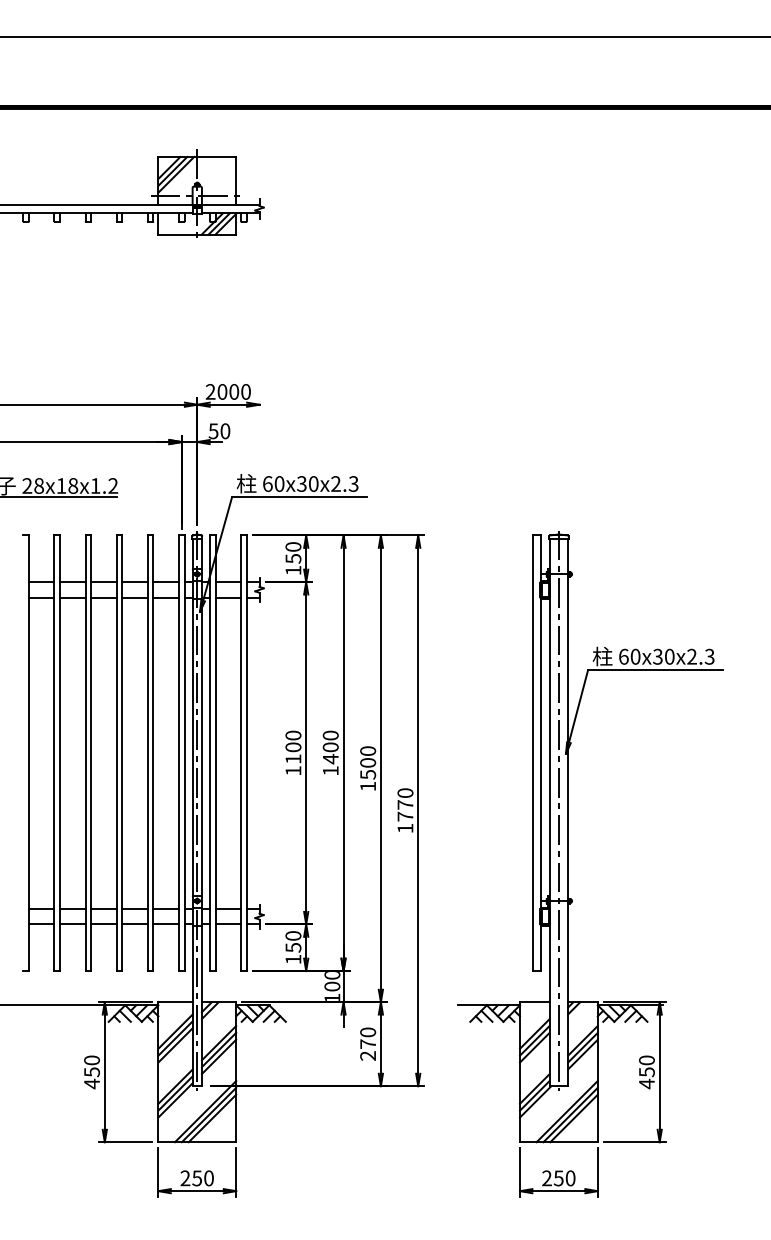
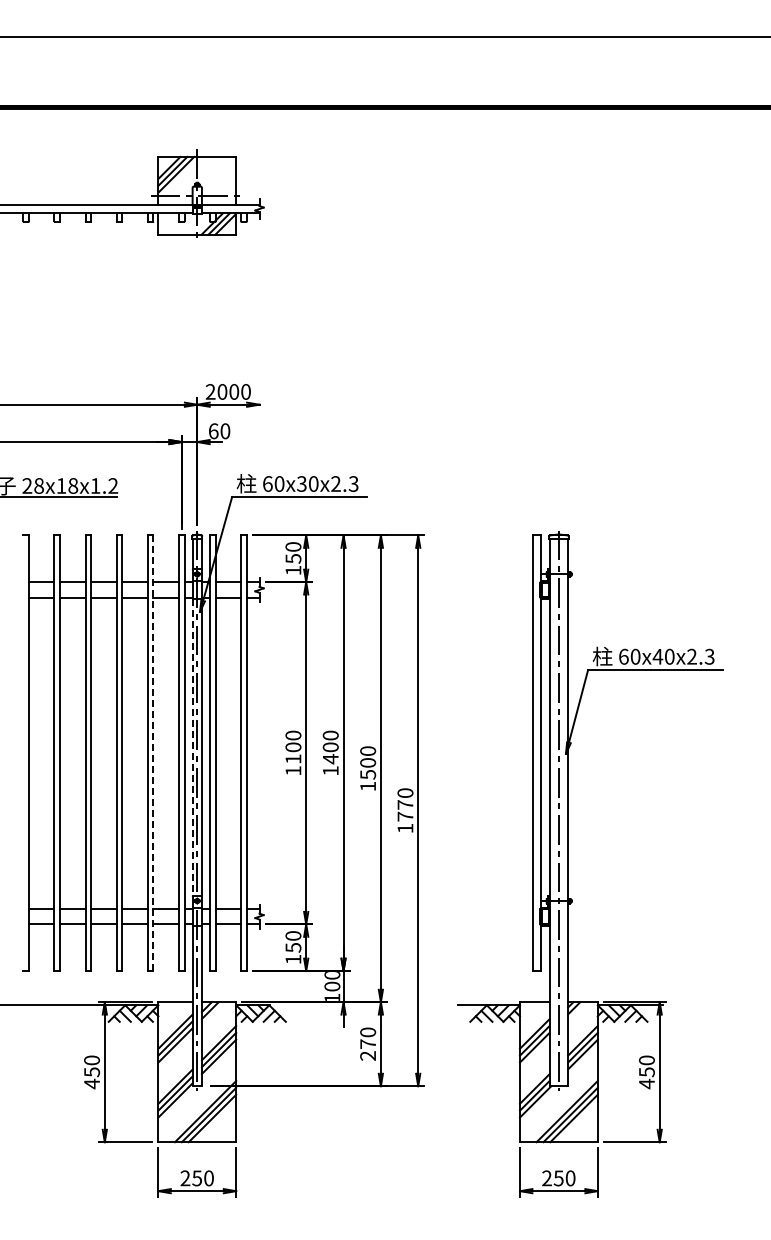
text at (213, 431): 50 -> 60
text at (657, 656): 60x30x2.3 -> 60x40x2.3
line at (192, 747): solid -> dashed
line at (153, 753): solid -> dashed
